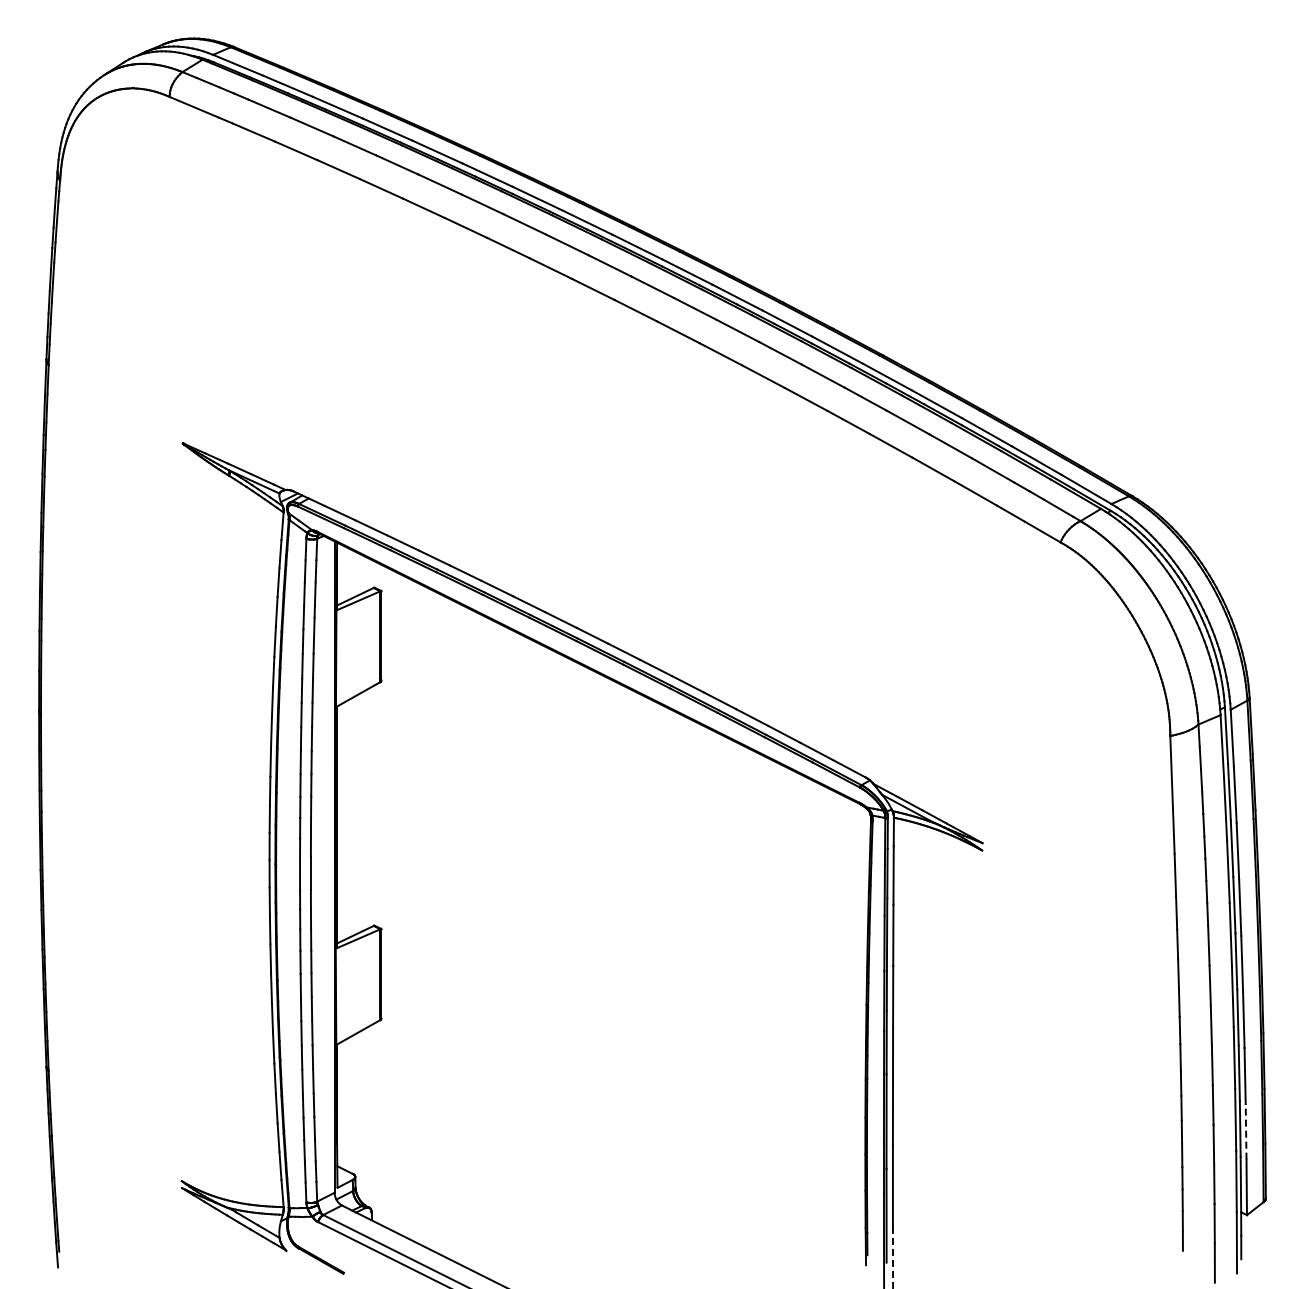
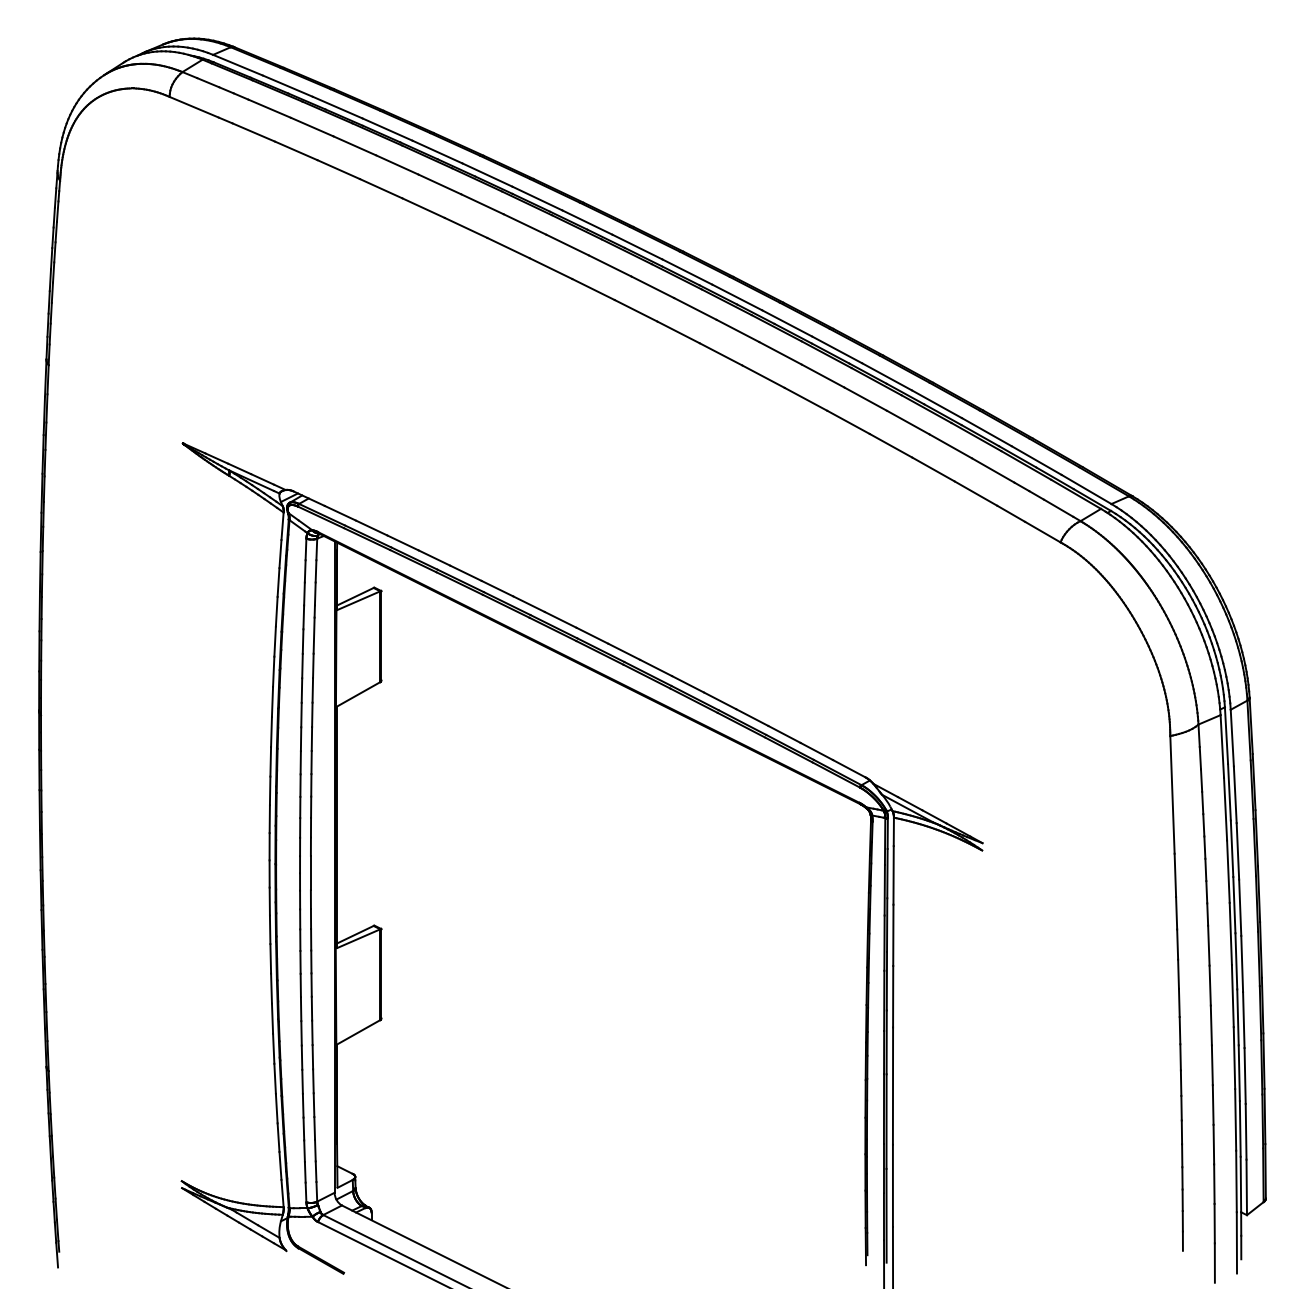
line at (1246, 1131): dashed -> solid
line at (893, 1257): dashed -> solid
